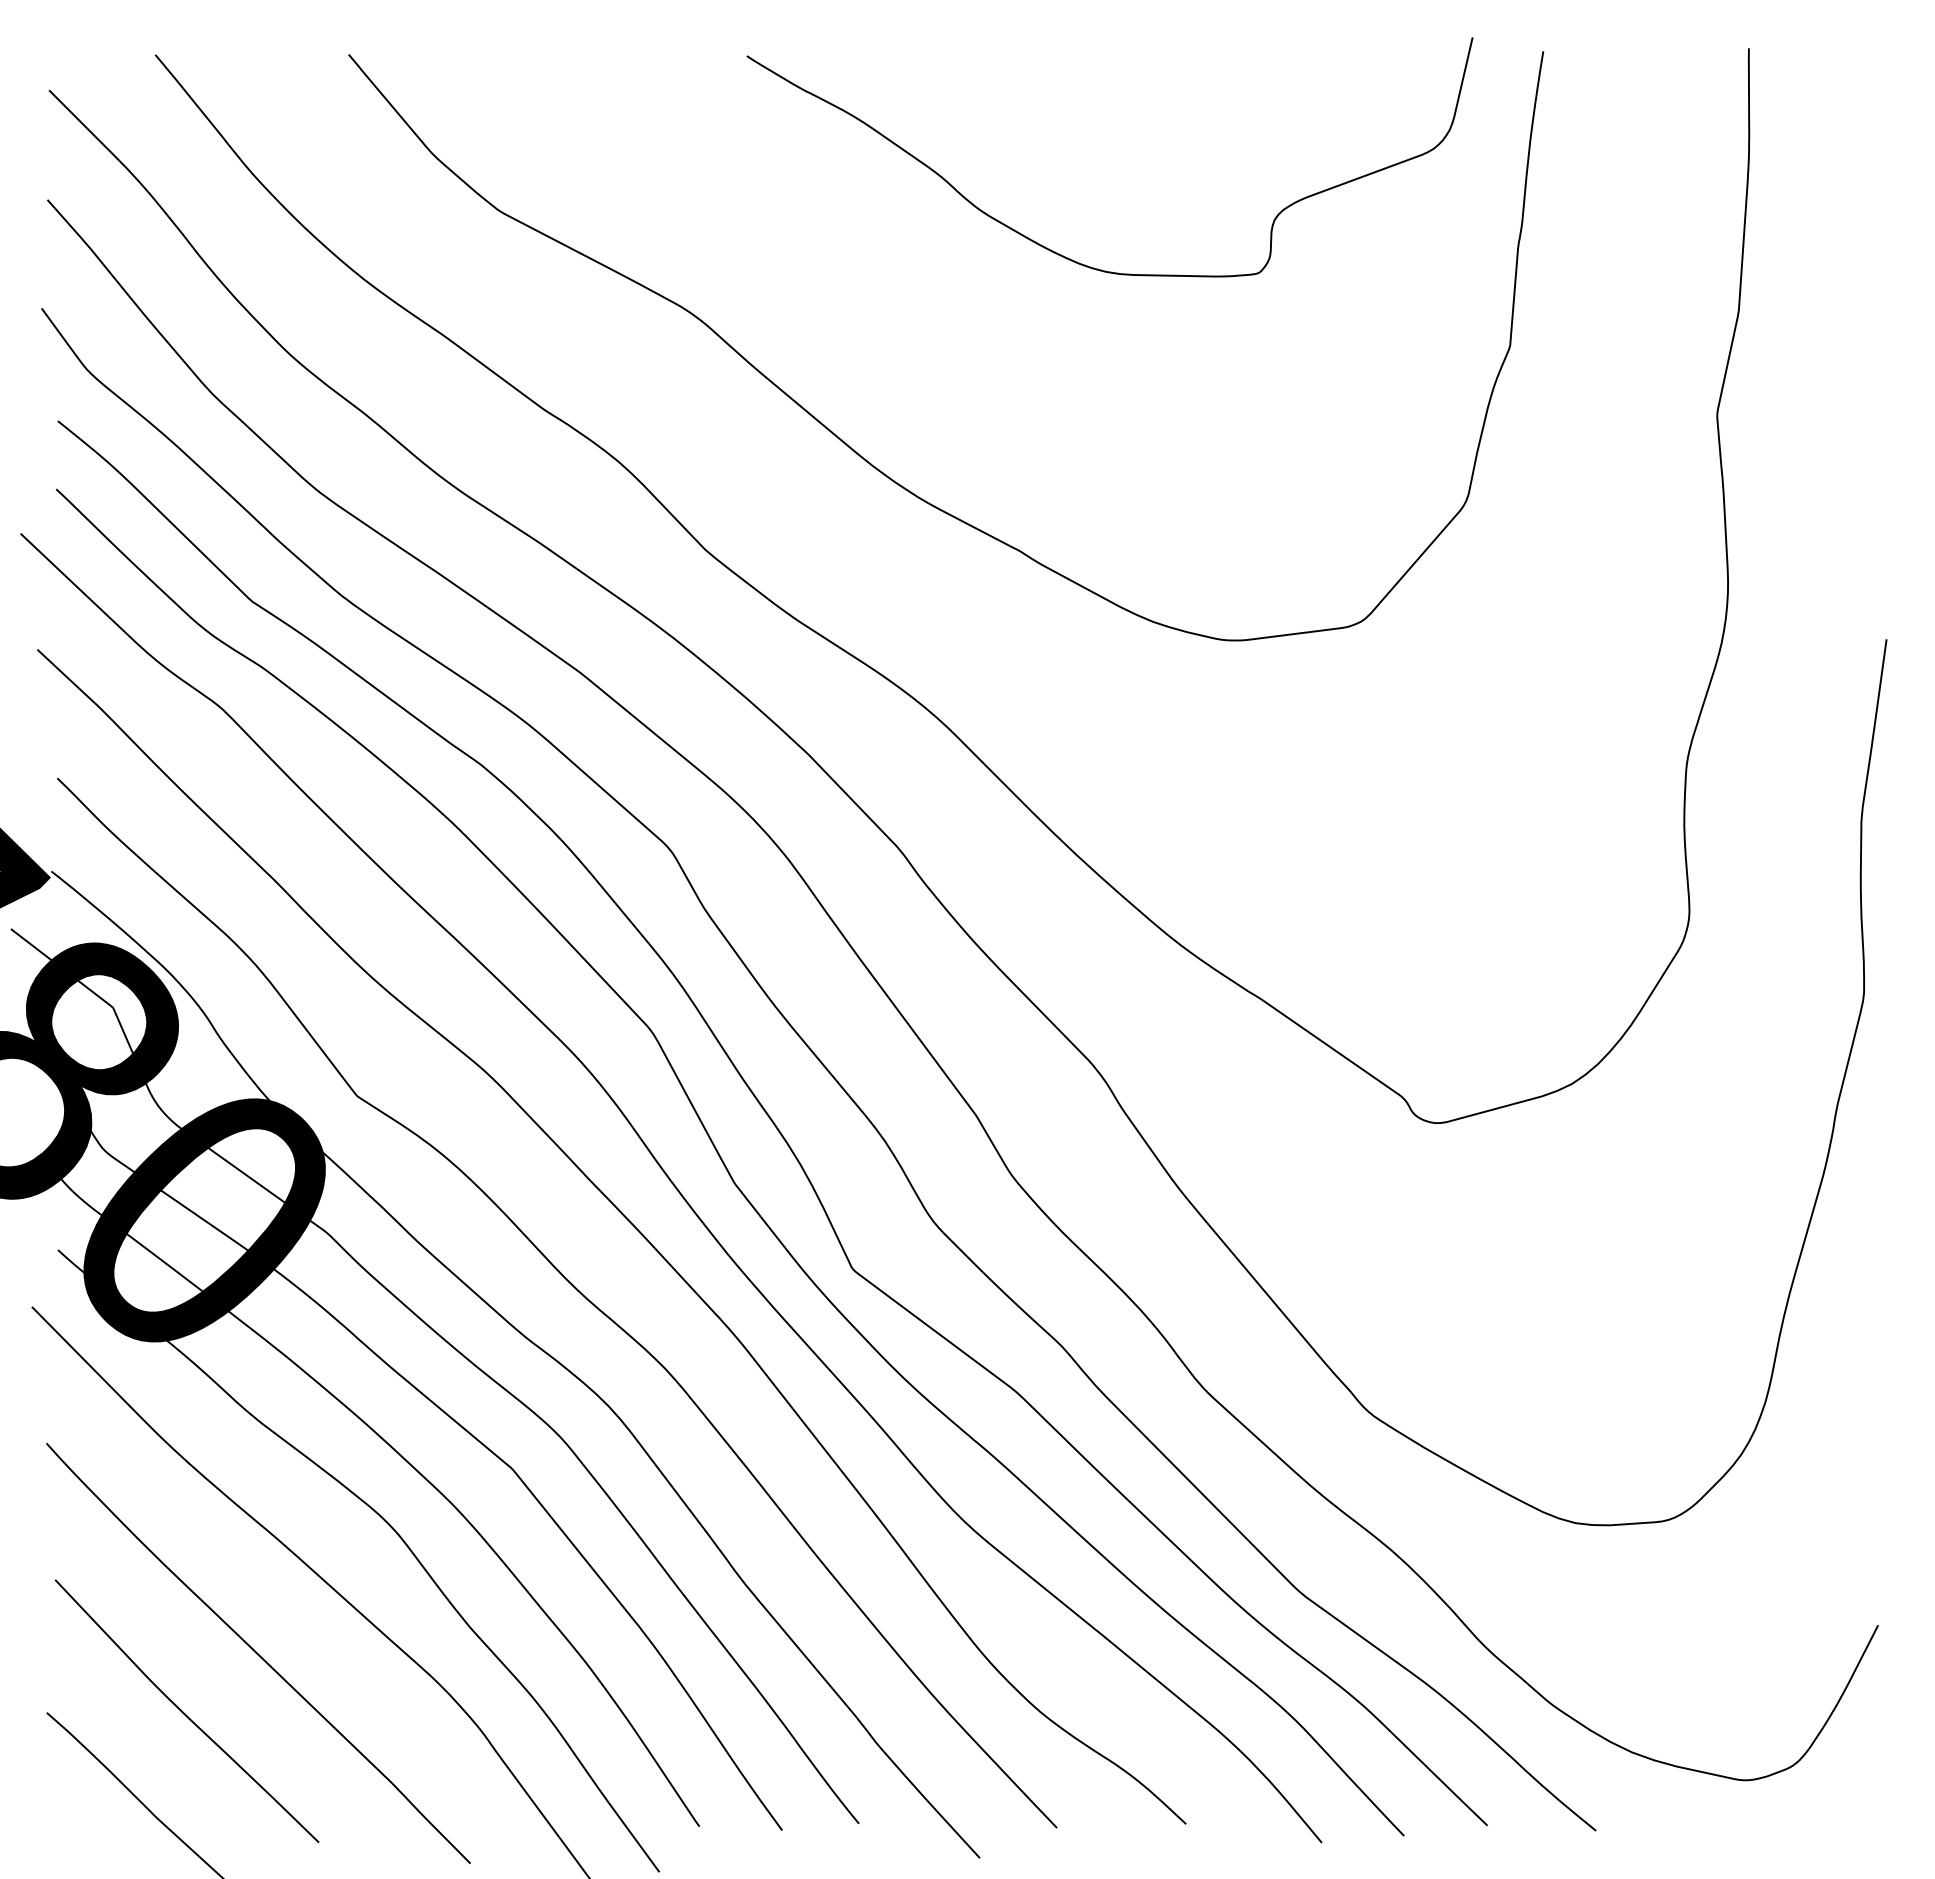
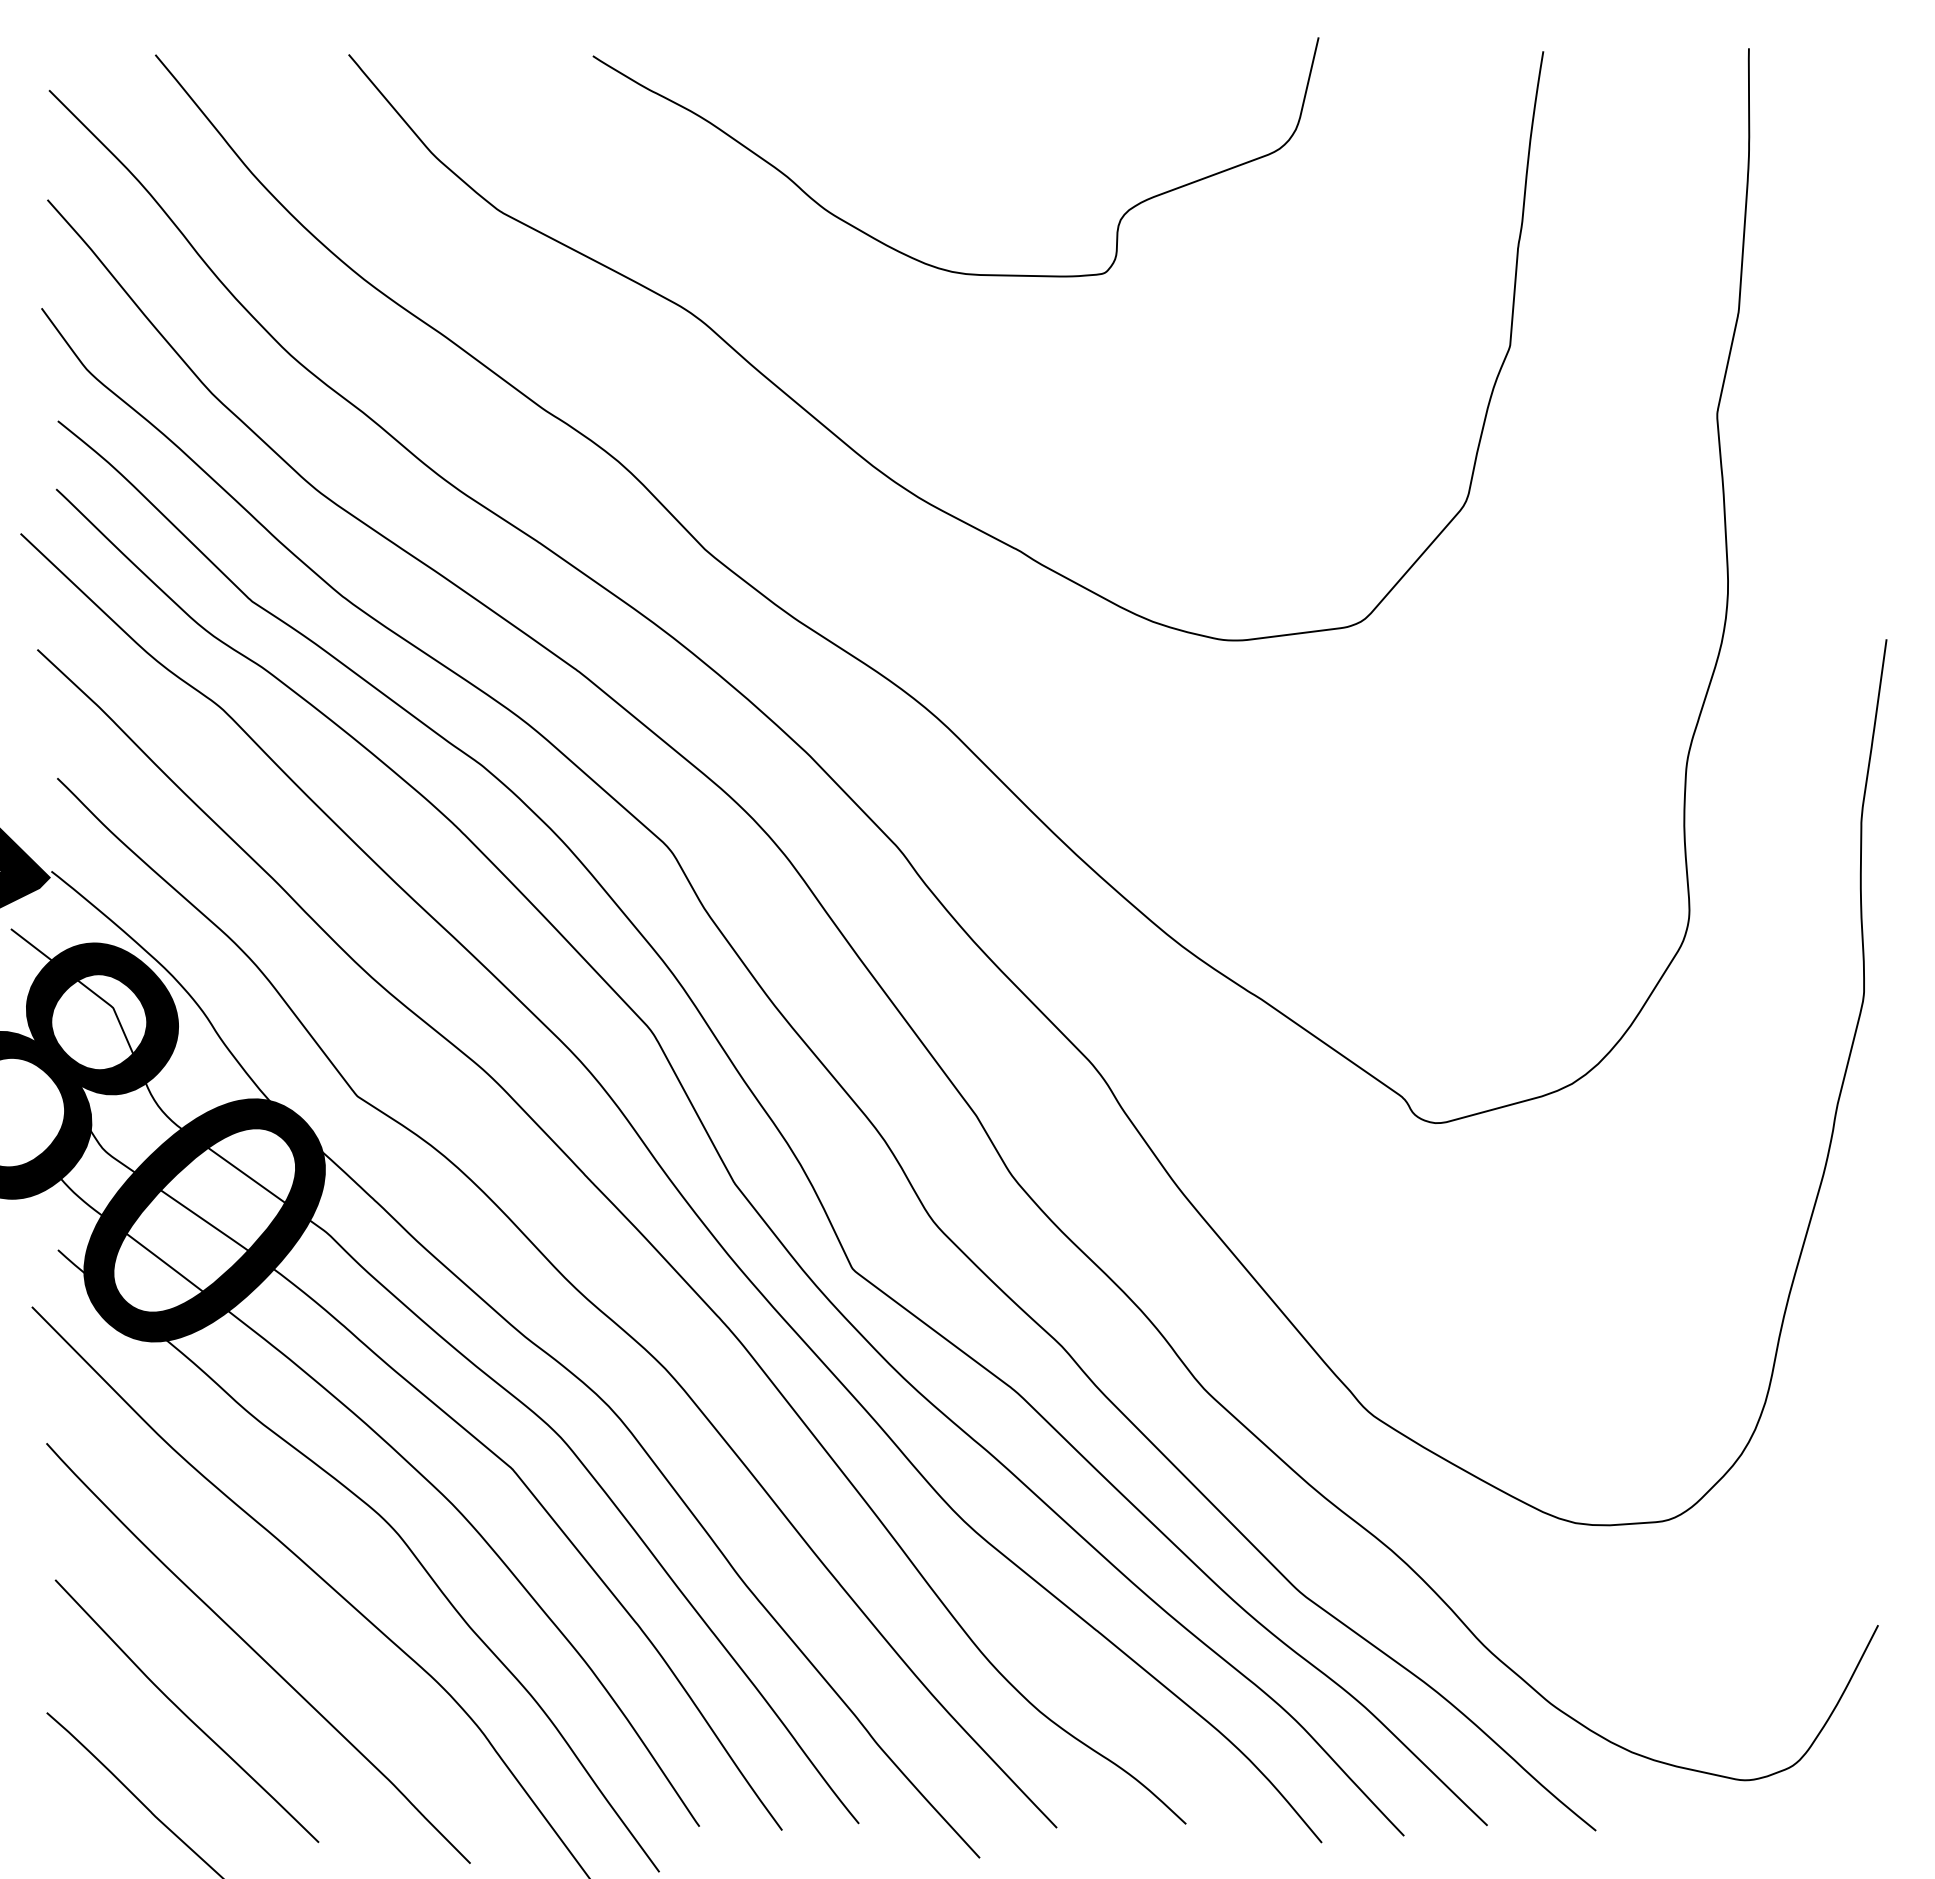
curve at (1061, 254) position: (1061, 254) -> (907, 254)
